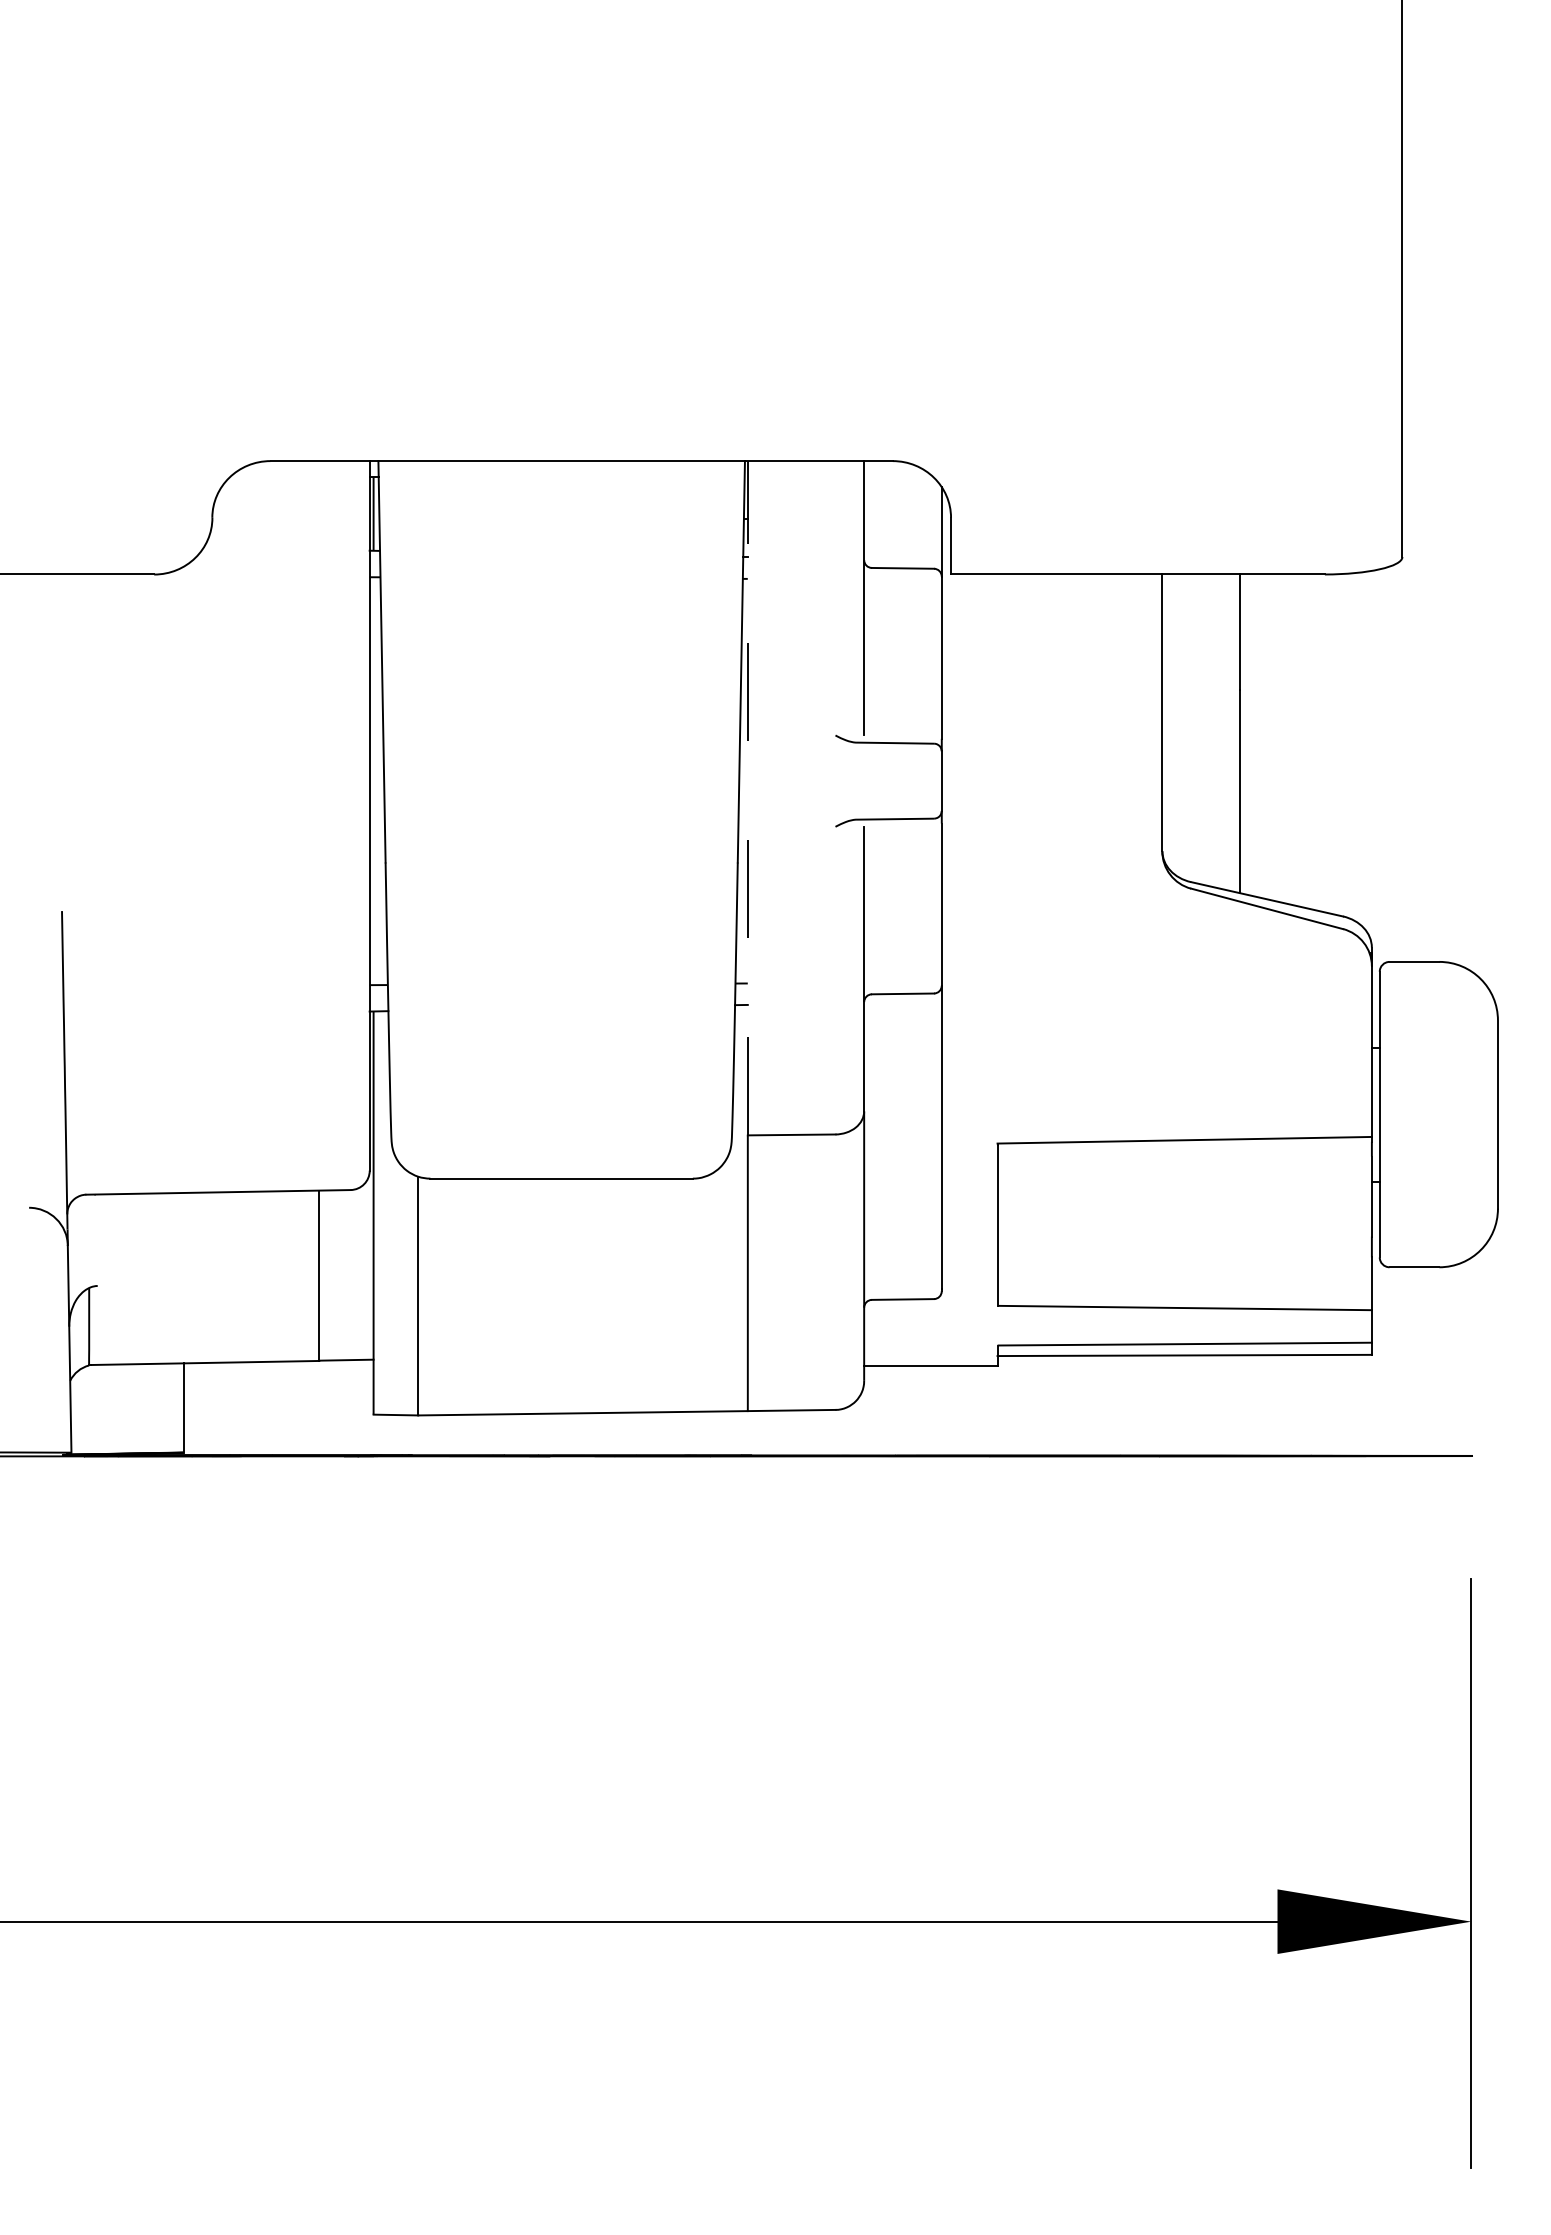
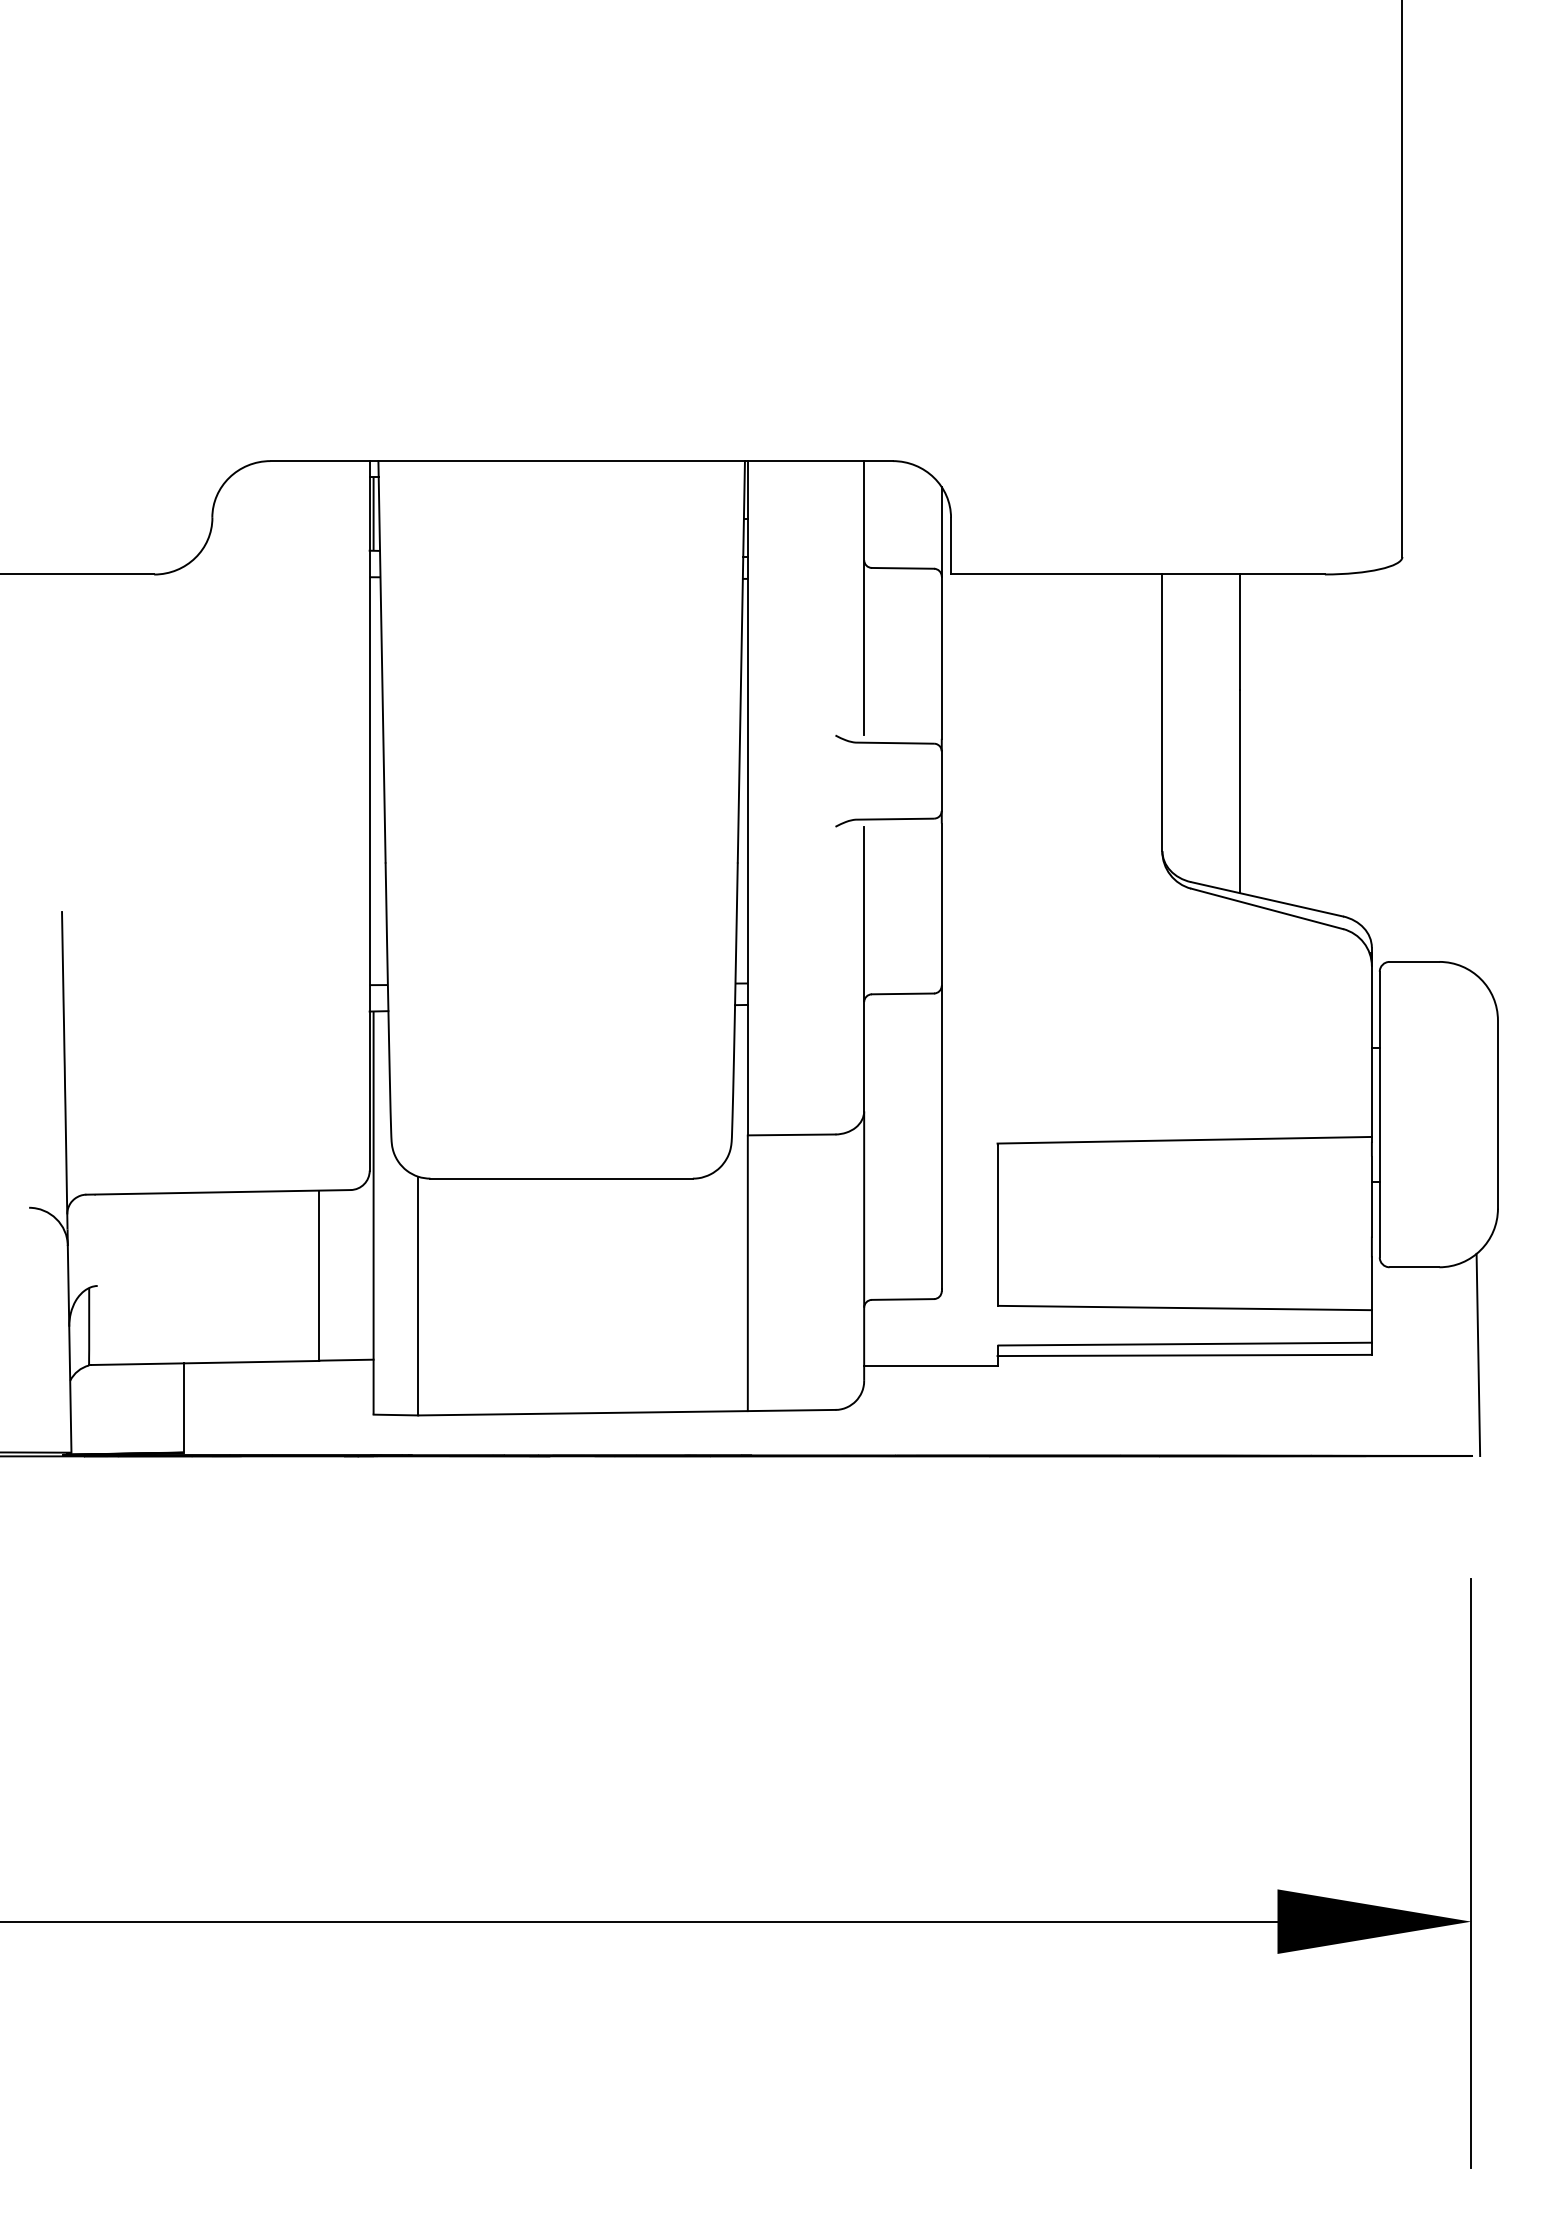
line at (747, 797): dashed -> solid
line at (1478, 1354): none -> present
